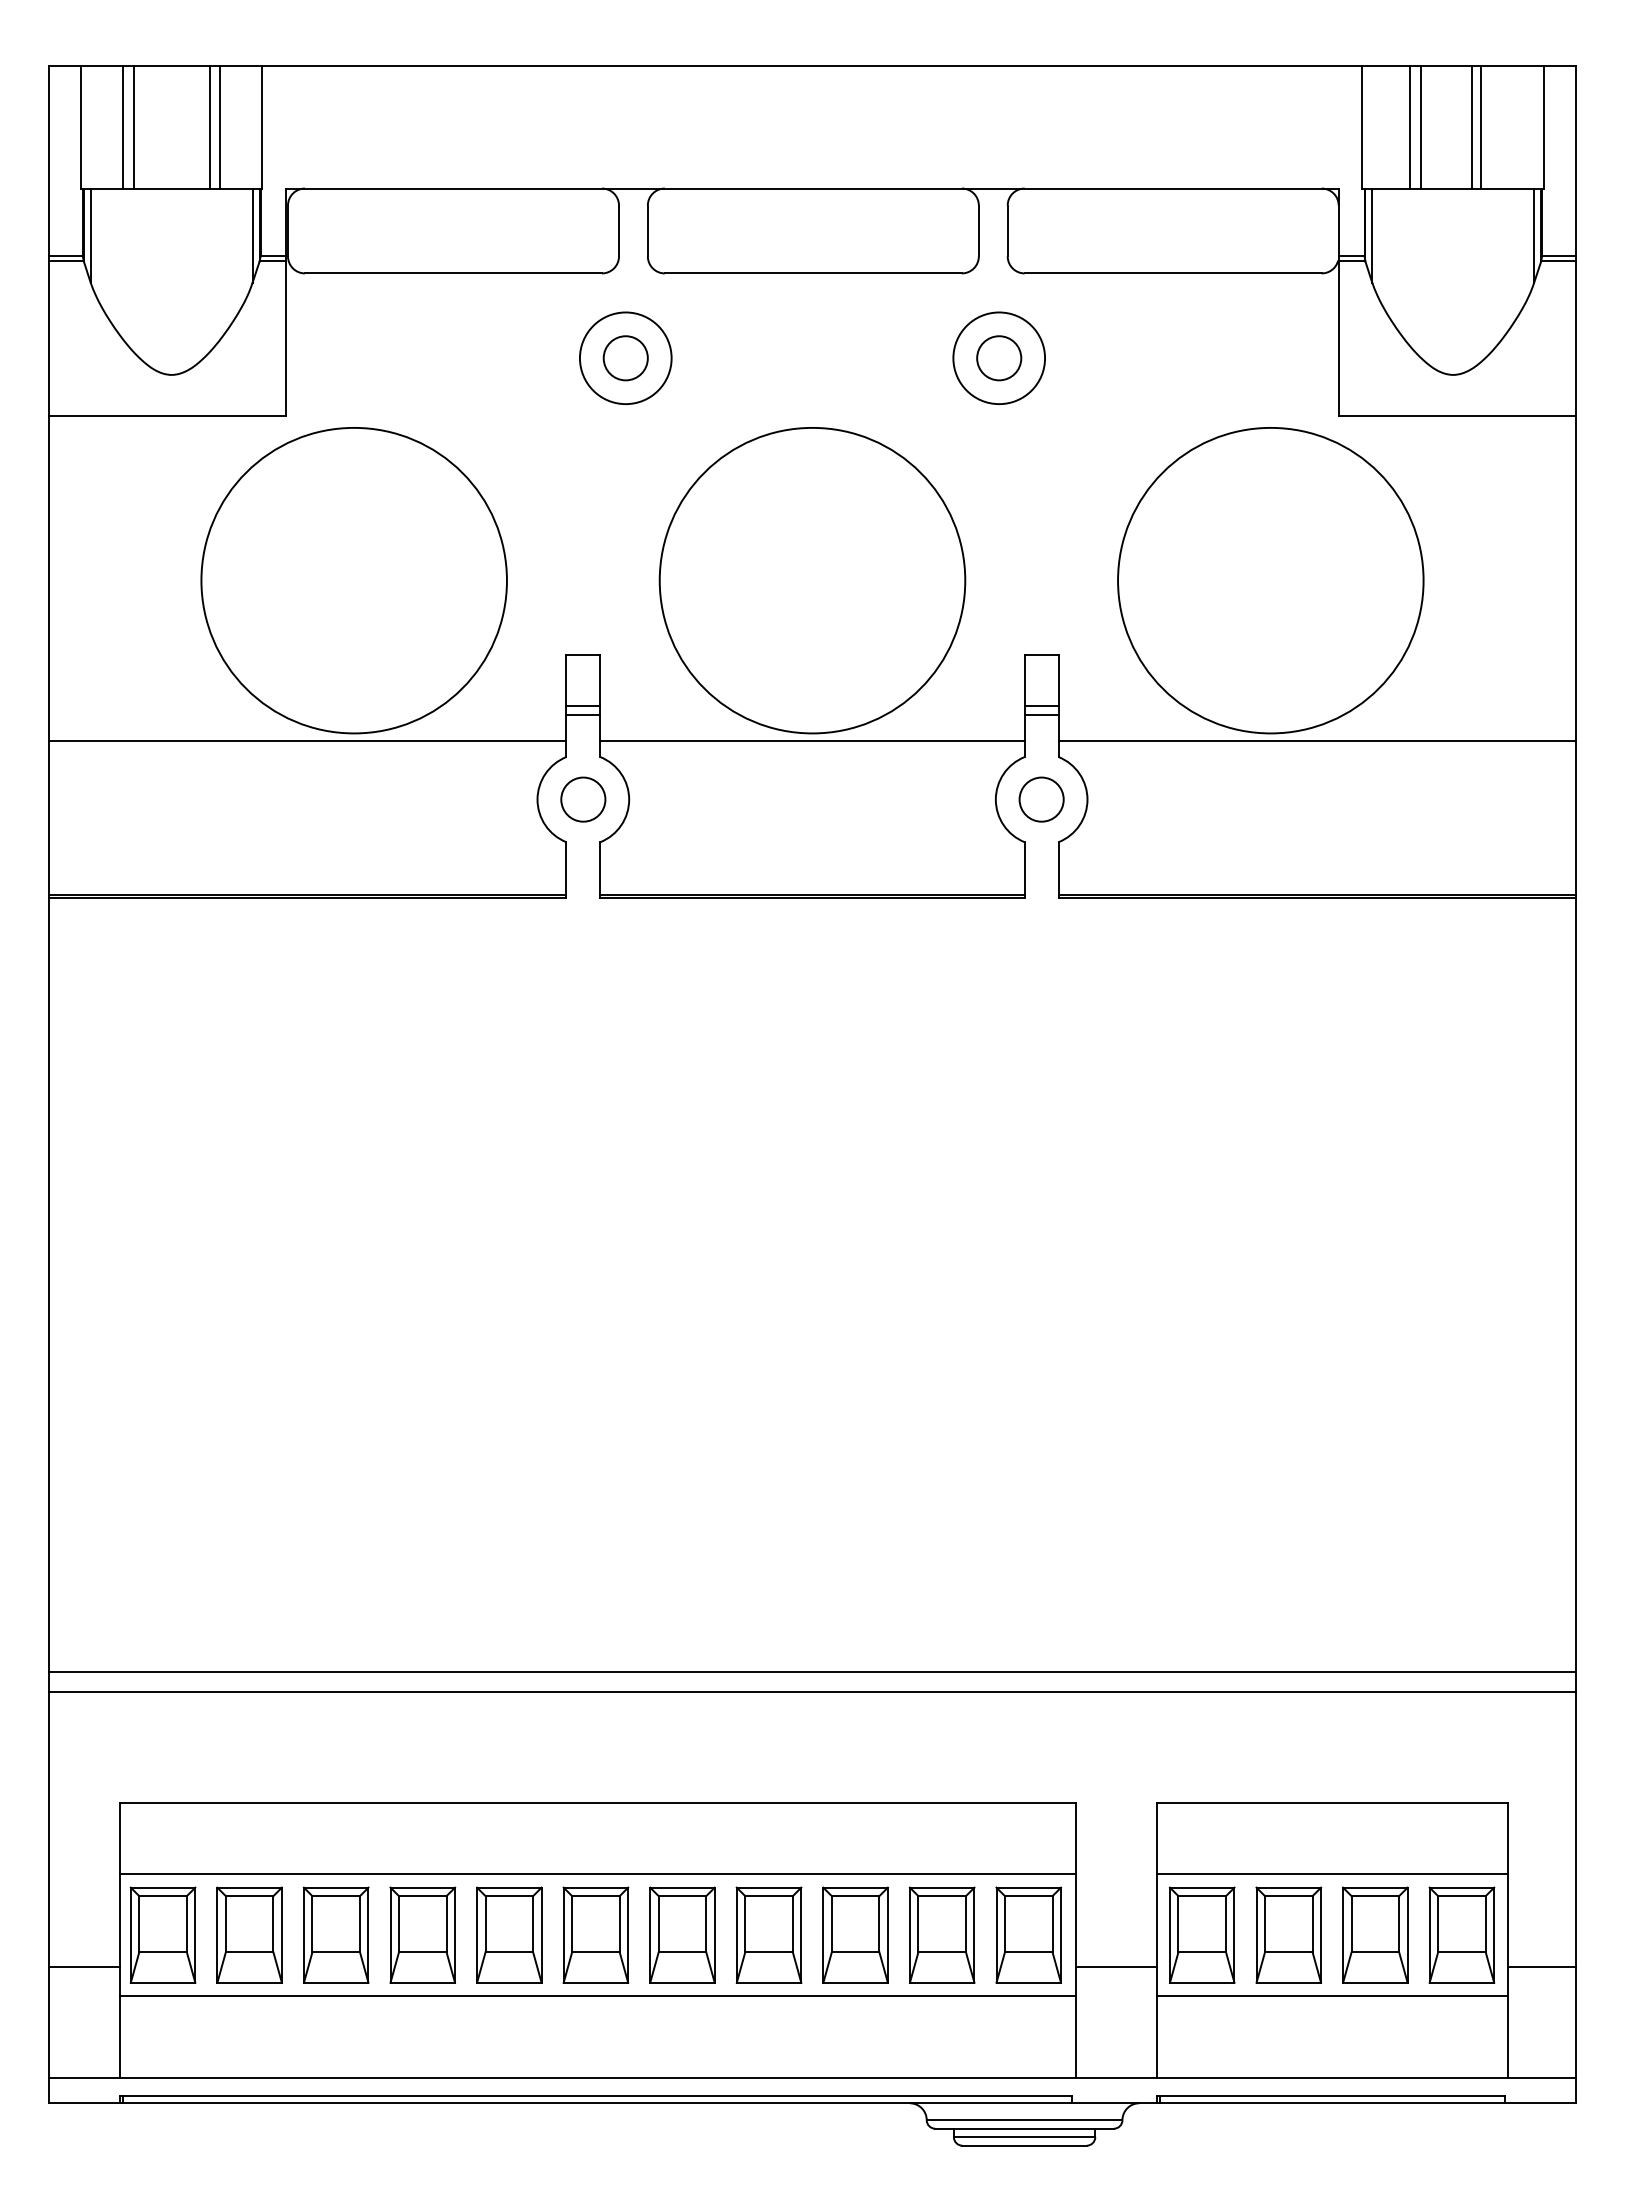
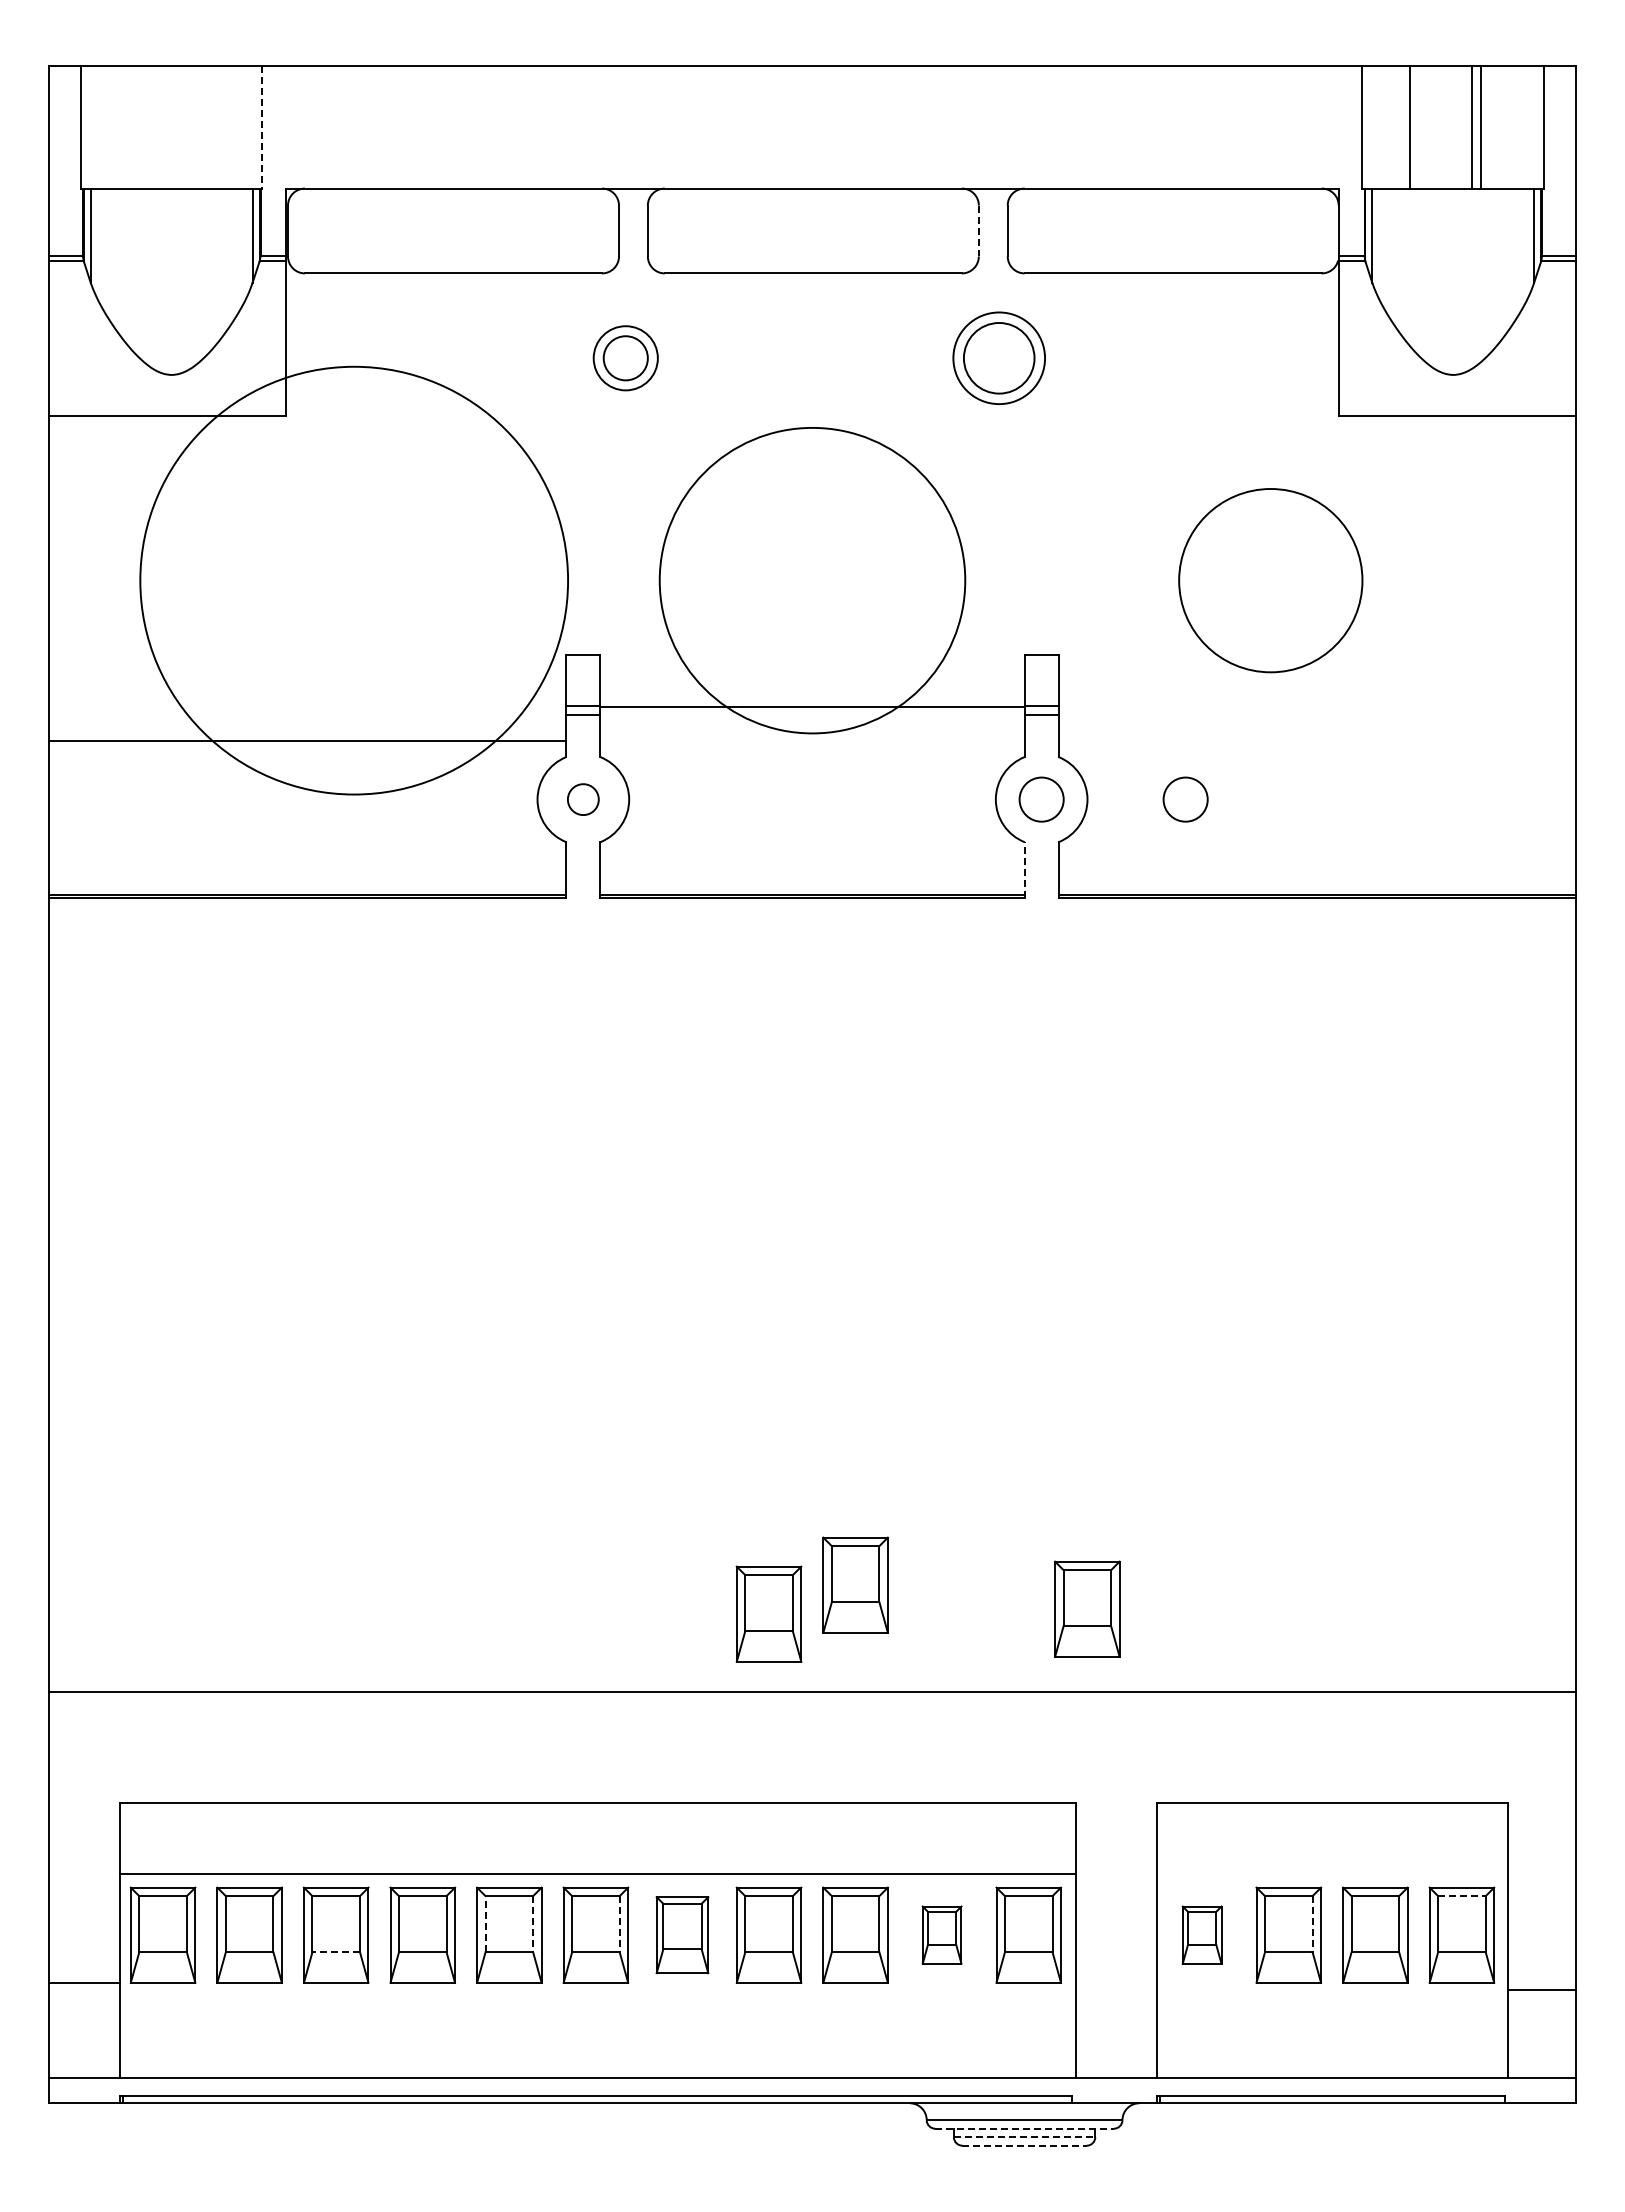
line at (123, 127): present -> none
line at (133, 127): present -> none
line at (209, 127): present -> none
line at (220, 127): present -> none
line at (262, 127): solid -> dashed
line at (1420, 127): present -> none
line at (978, 231): solid -> dashed
circle at (625, 358) diameter: 92 px -> 64 px
circle at (999, 358) diameter: 44 px -> 71 px
circle at (353, 580) diameter: 306 px -> 428 px
circle at (1270, 580) diameter: 306 px -> 183 px
line at (812, 740) position: (812, 740) -> (812, 706)
line at (1317, 740): present -> none
circle at (583, 799) diameter: 44 px -> 31 px
circle at (1185, 799): none -> present
line at (1024, 869): solid -> dashed
part at (855, 1584): none -> present
part at (1087, 1608): none -> present
part at (768, 1613): none -> present
line at (812, 1672): present -> none
line at (1332, 1874): present -> none
line at (1461, 1896): solid -> dashed
line at (485, 1923): solid -> dashed
line at (533, 1924): solid -> dashed
line at (619, 1924): solid -> dashed
line at (1312, 1924): solid -> dashed
part at (682, 1934) size: 67x98 px -> 55x79 px
part at (941, 1934) size: 68x98 px -> 42x60 px
part at (1201, 1934) size: 68x98 px -> 42x60 px
line at (336, 1952): solid -> dashed
line at (83, 1967) position: (83, 1967) -> (83, 1983)
line at (1116, 1967): present -> none
line at (1542, 1967) position: (1542, 1967) -> (1542, 1990)
line at (597, 1996): present -> none
line at (1332, 1996): present -> none
line at (1025, 2128): solid -> dashed
line at (1024, 2137): solid -> dashed
line at (1025, 2145): solid -> dashed
